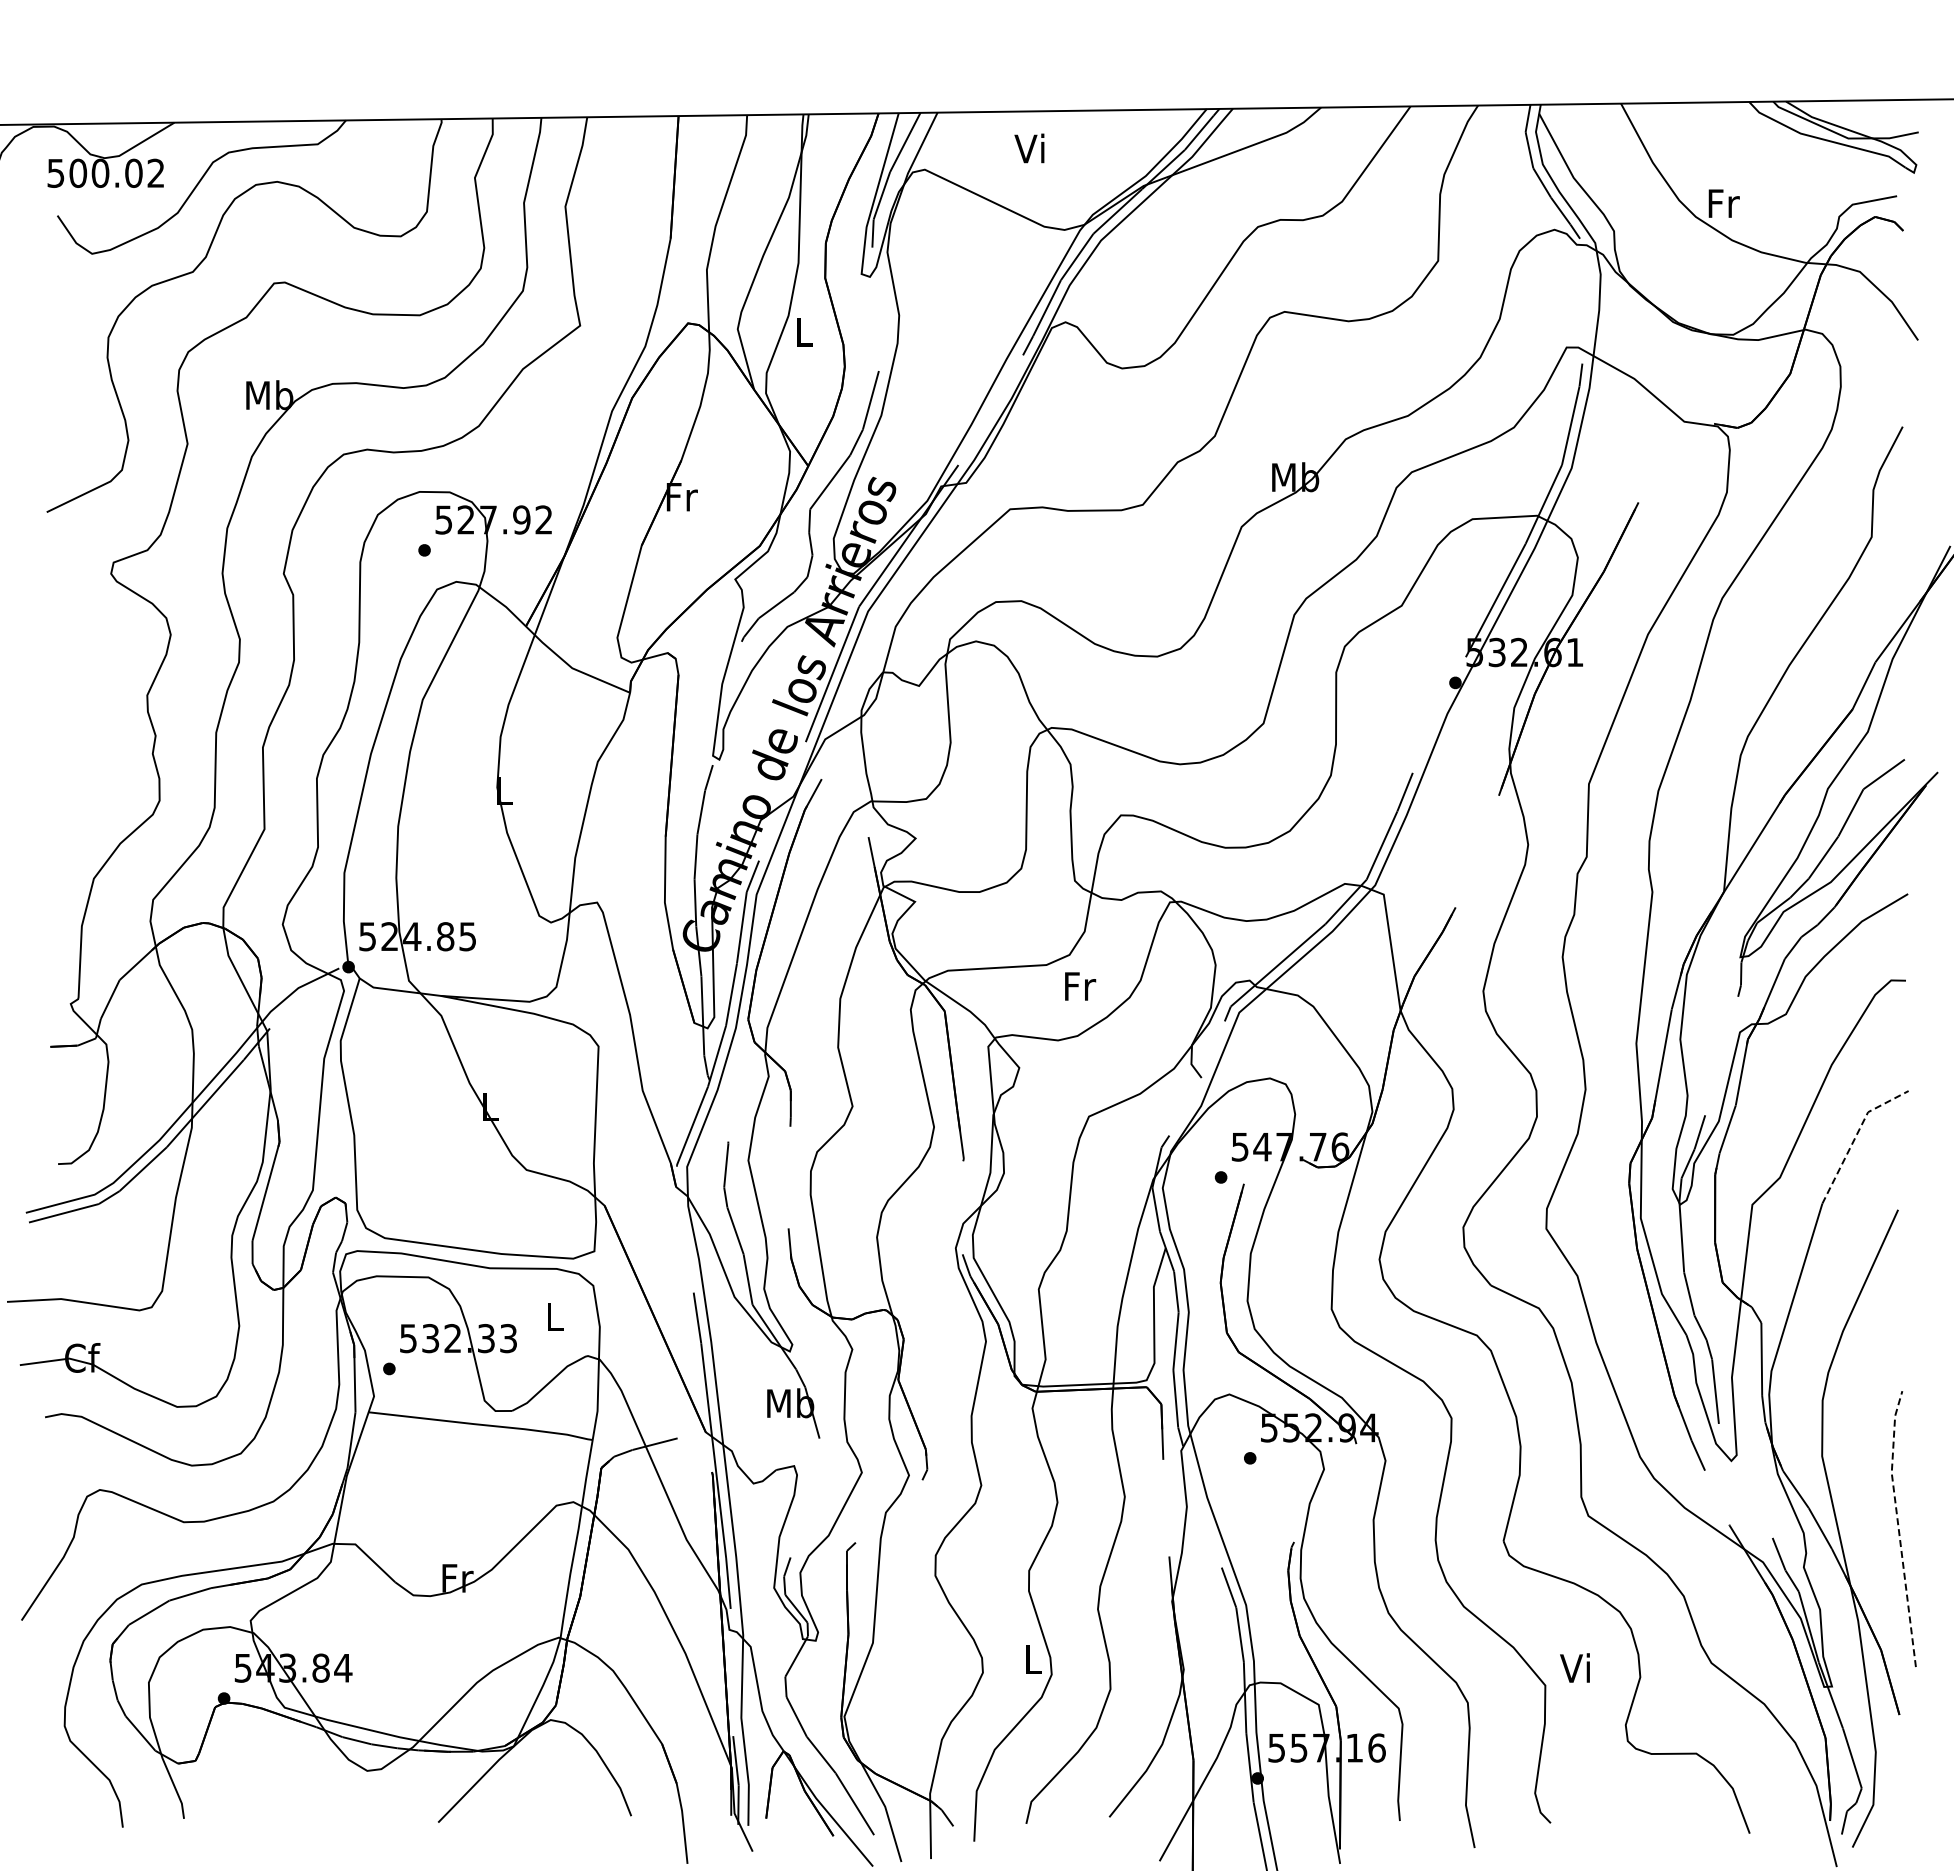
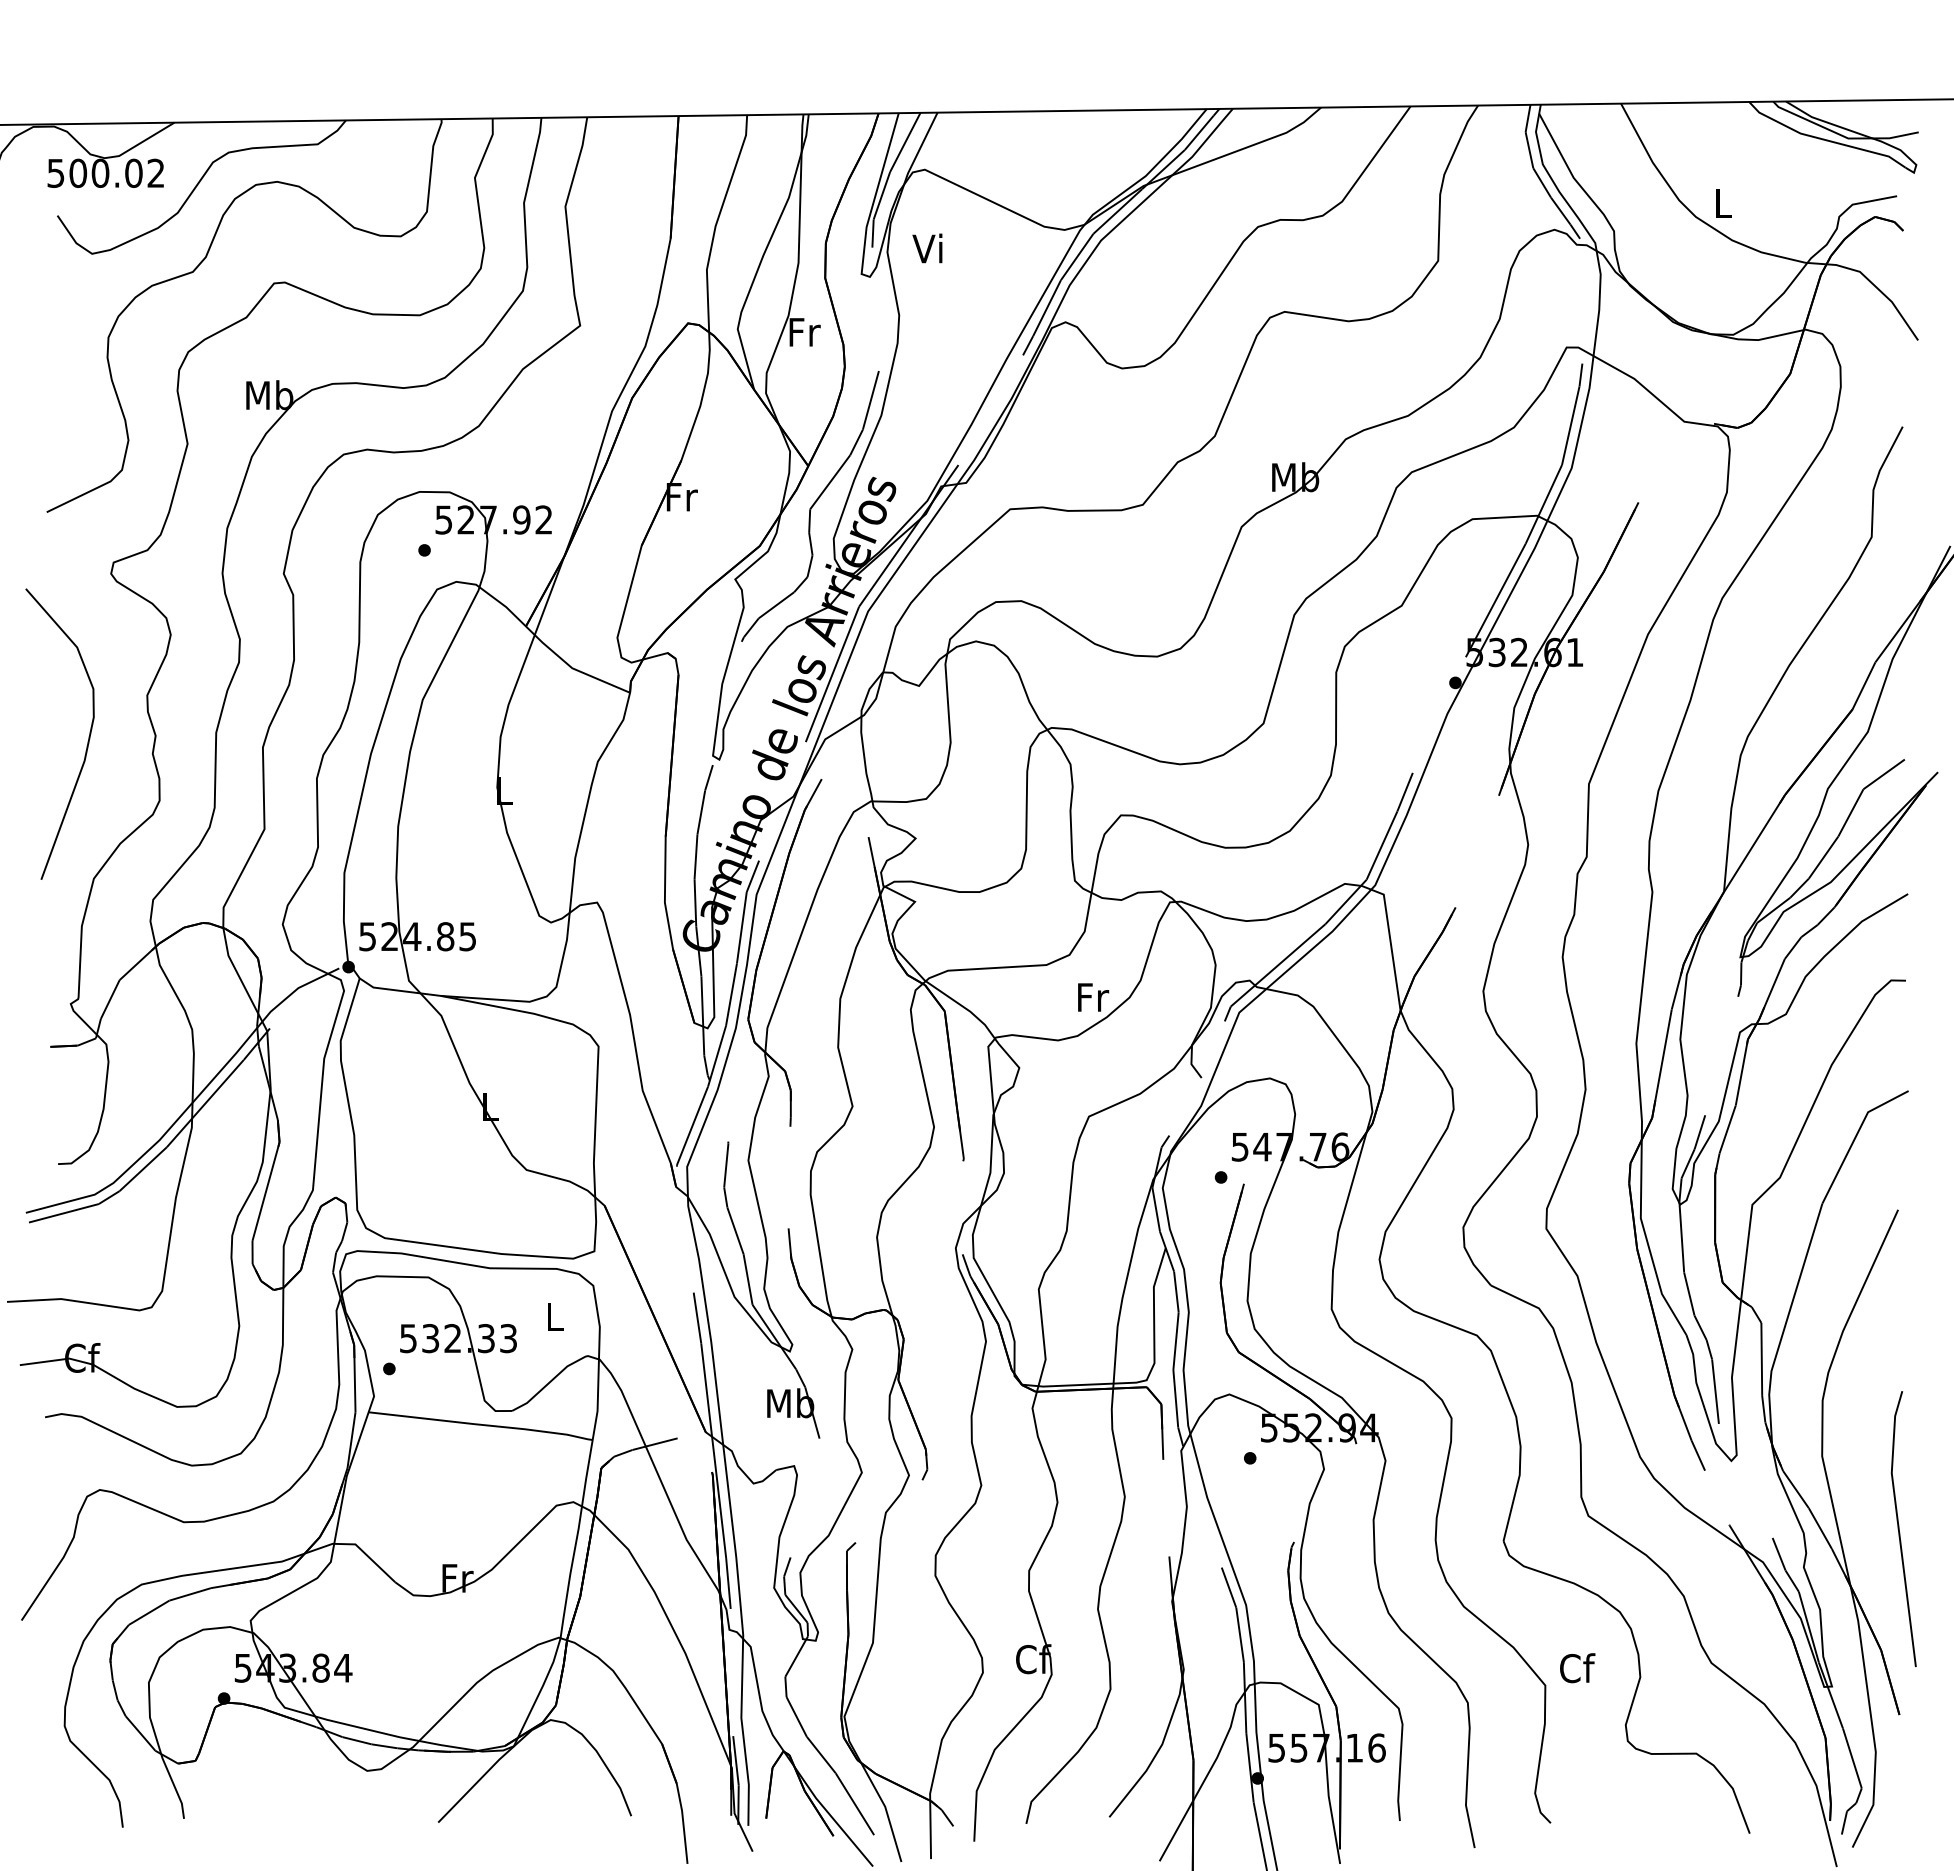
text at (1029, 148) position: (1029, 148) -> (927, 248)
text at (1723, 203): Fr -> L
text at (804, 332): L -> Fr
curve at (87, 741): none -> present
text at (1080, 986) position: (1080, 986) -> (1093, 997)
line at (1855, 1137): dashed -> solid
line at (1898, 1527): dashed -> solid
text at (1033, 1659): L -> Cf
text at (1577, 1668): Vi -> Cf
